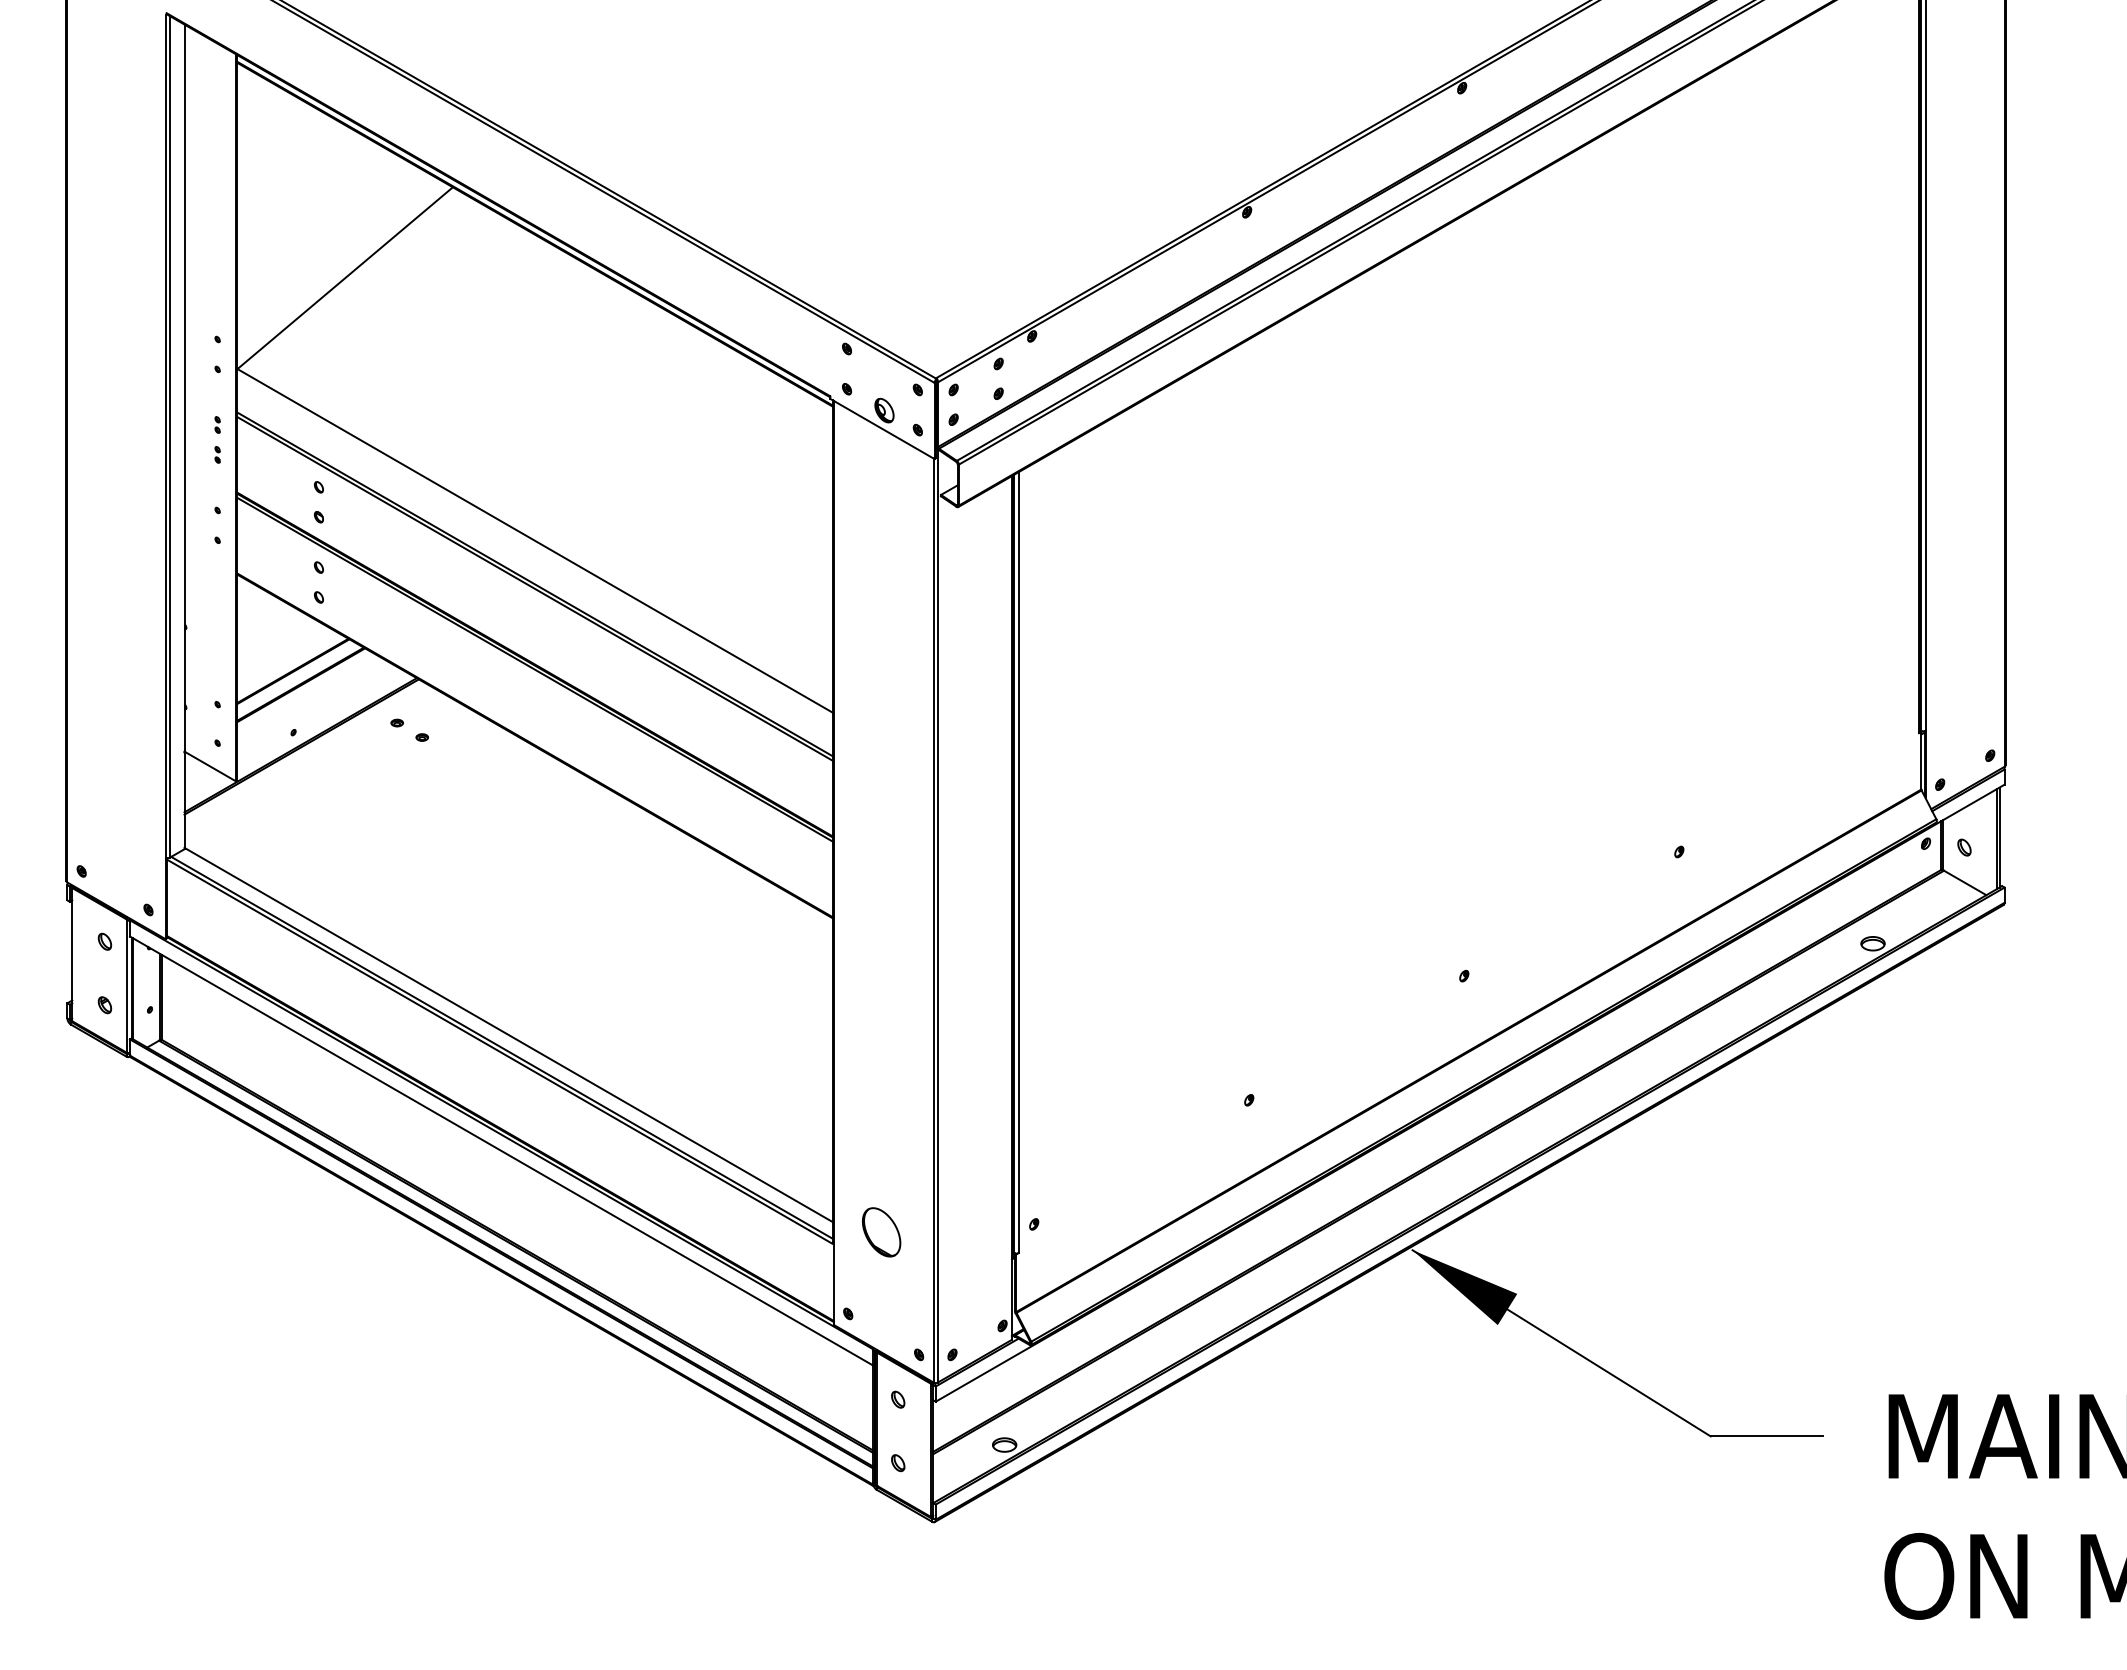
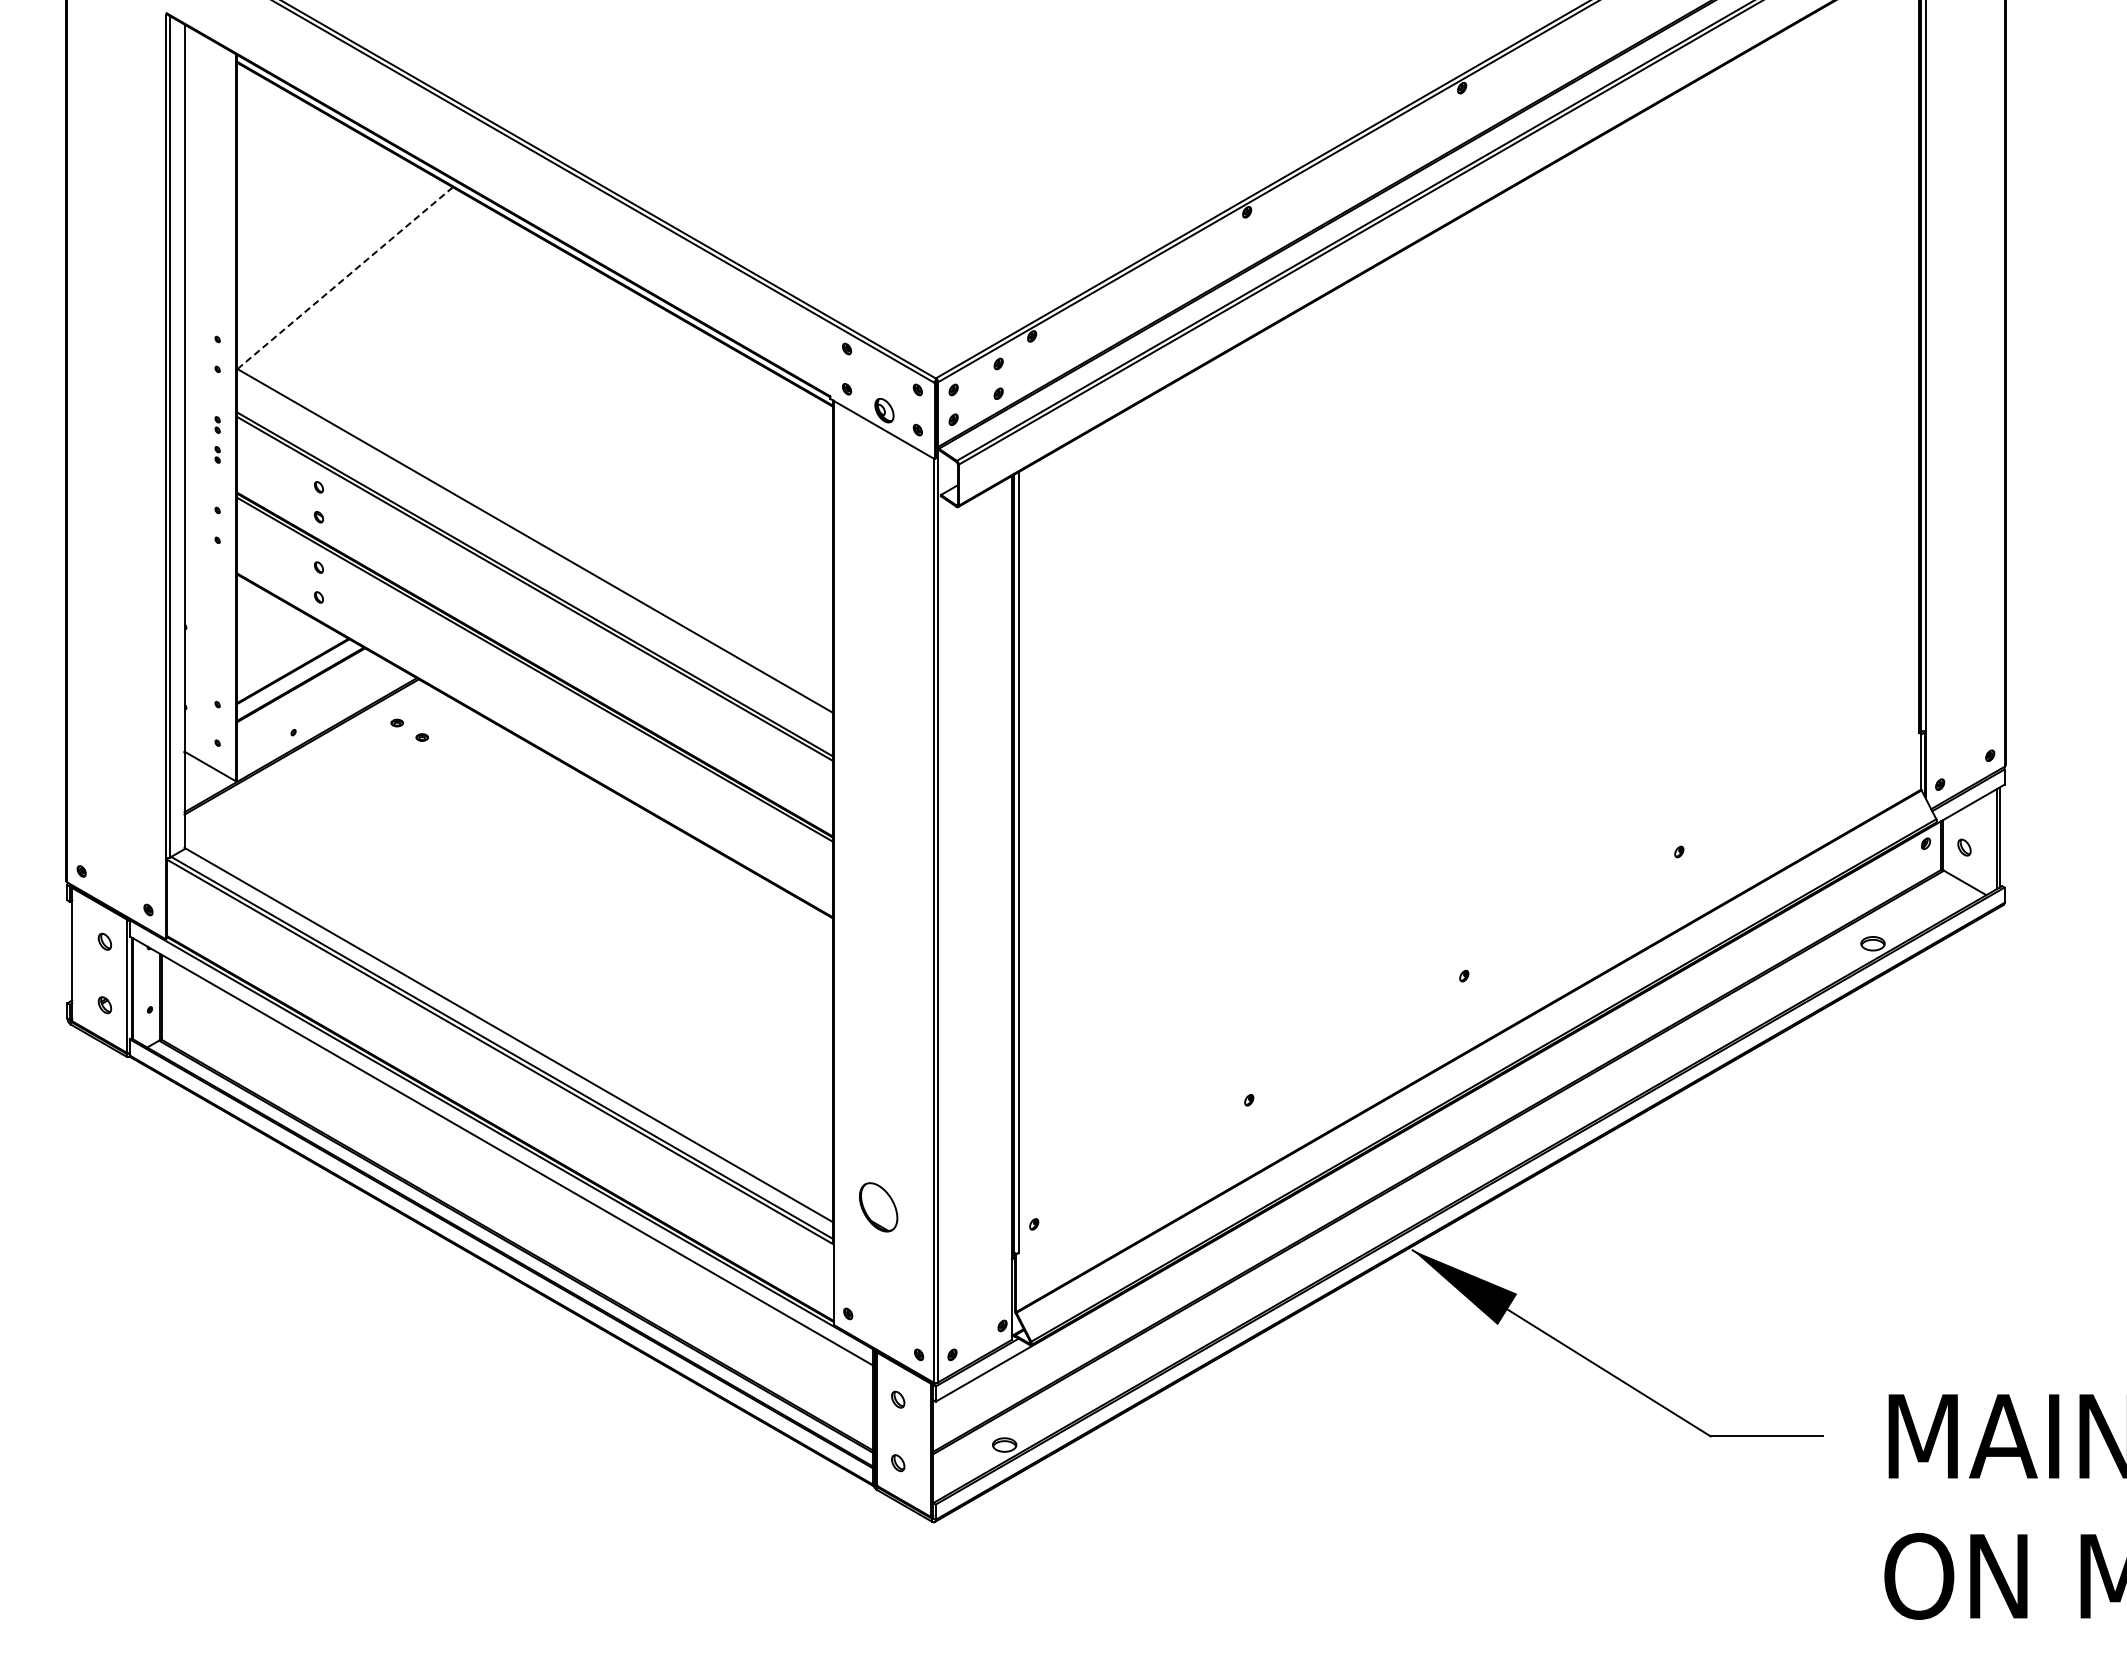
line at (345, 278): solid -> dashed
part at (881, 1232) position: (881, 1232) -> (878, 1207)
